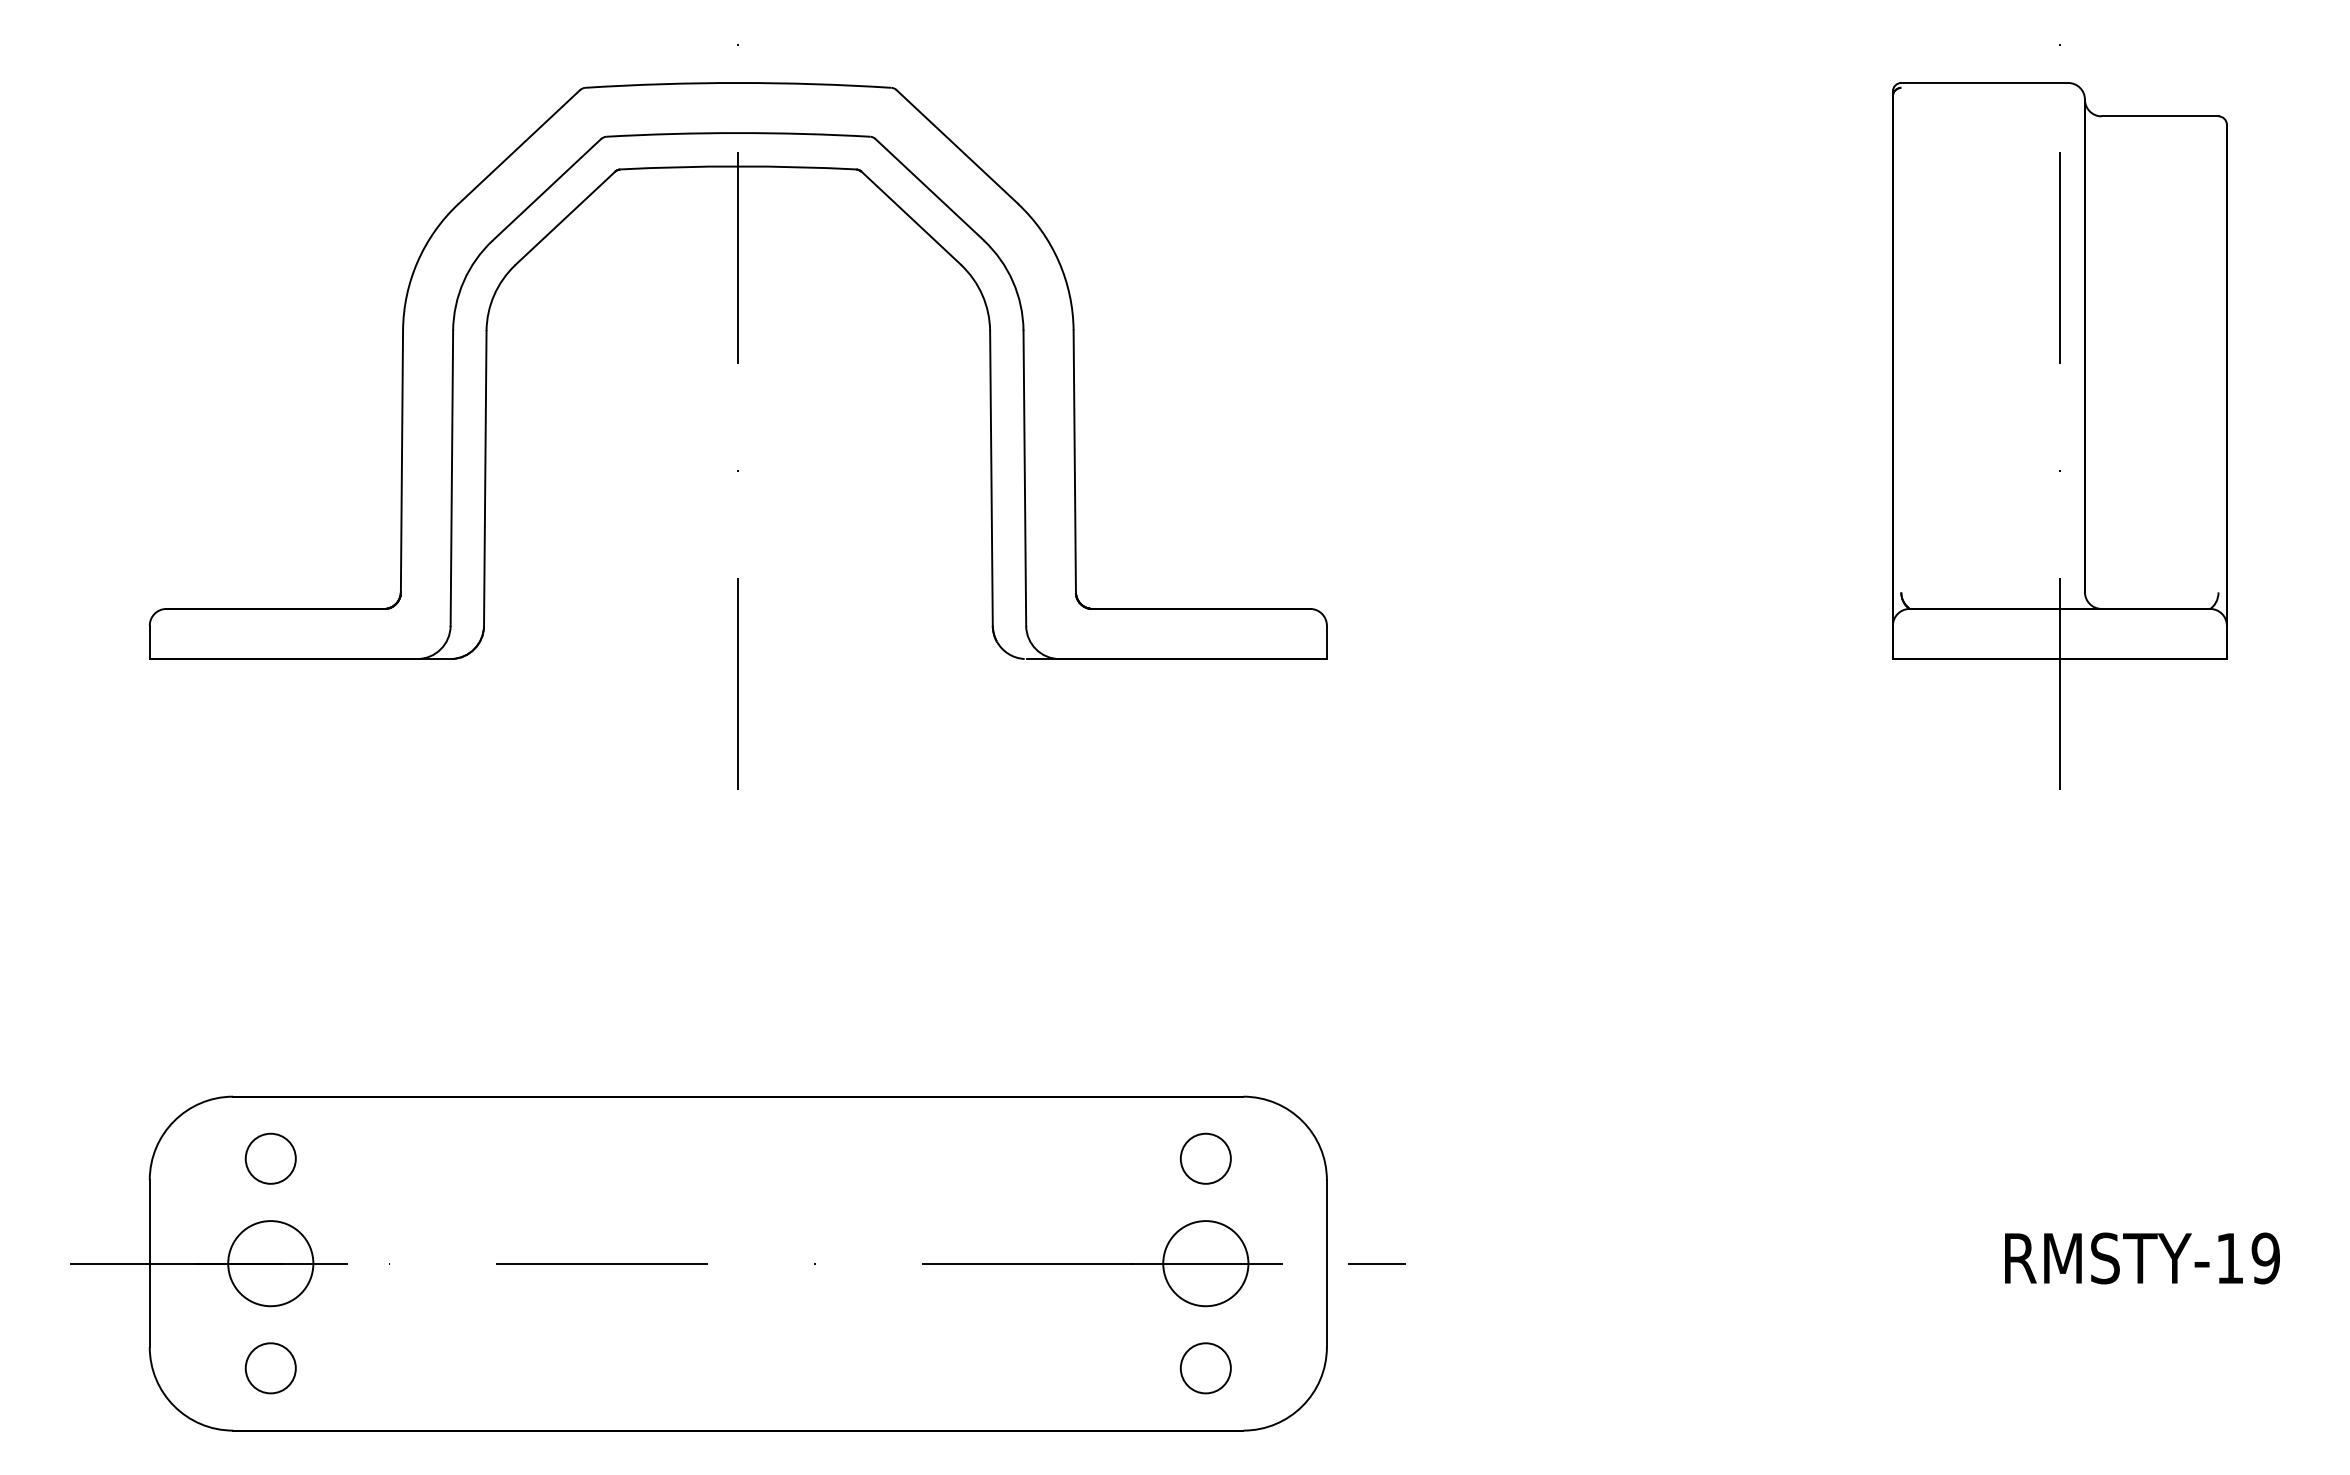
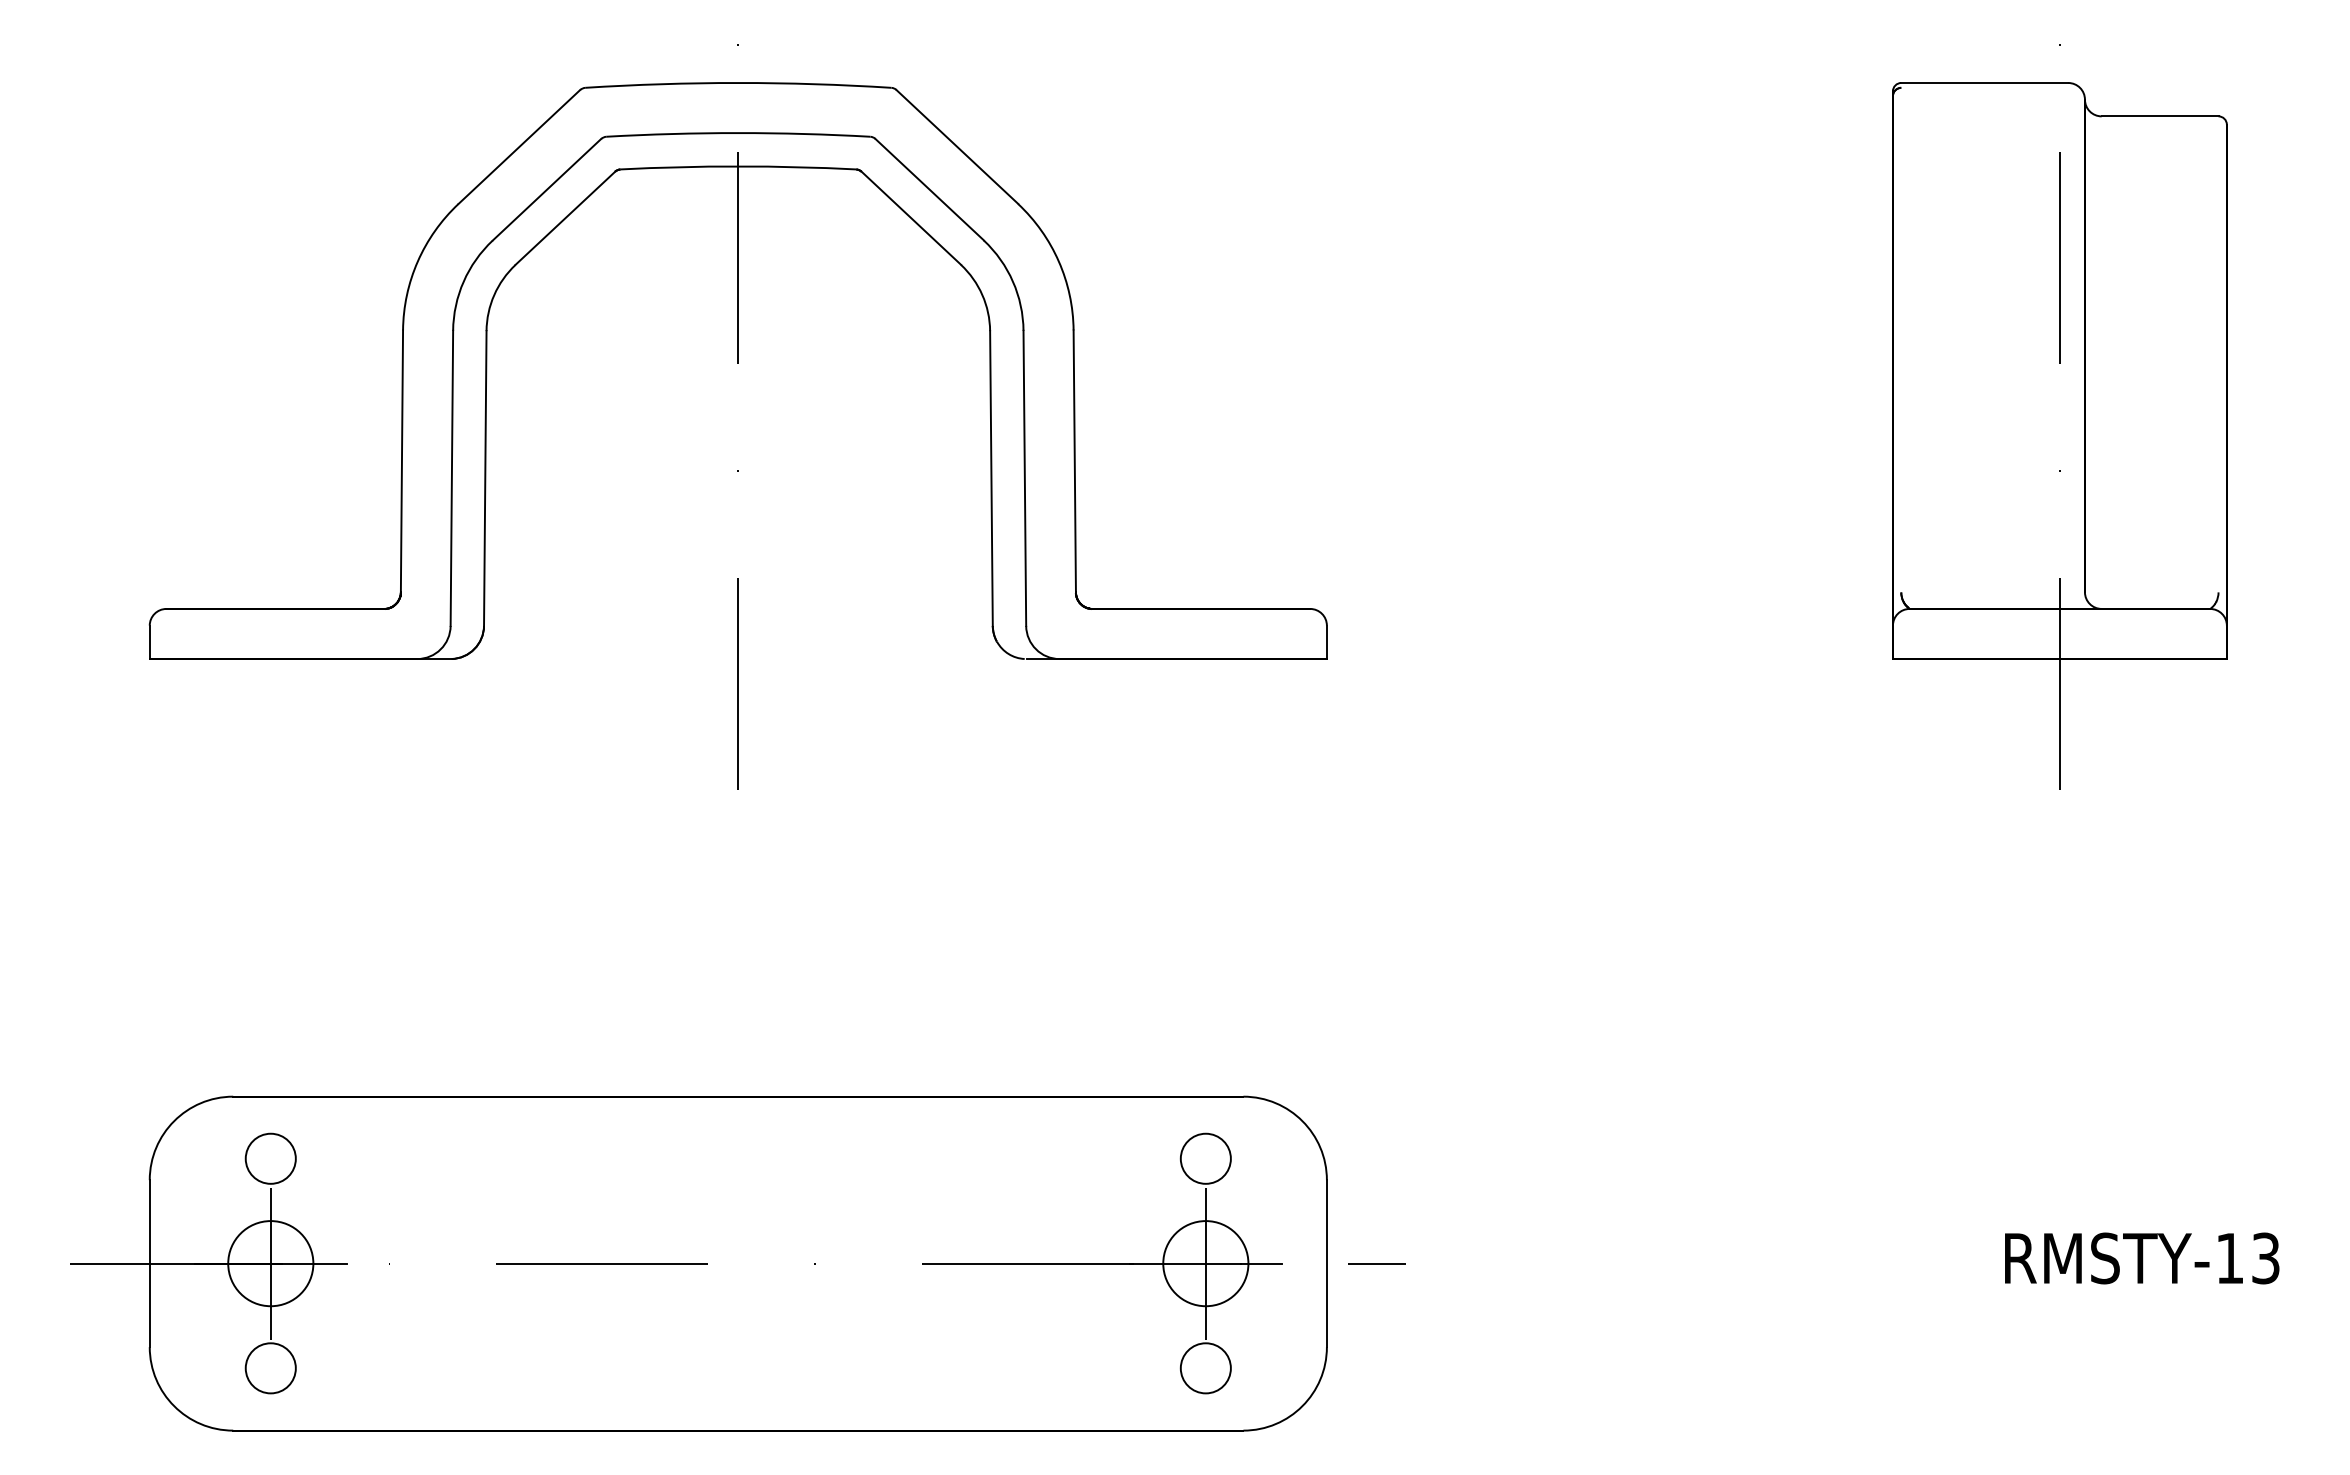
text at (2265, 1258): RMSTY-19 -> RMSTY-13
line at (270, 1263): none -> present
line at (1205, 1263): none -> present
